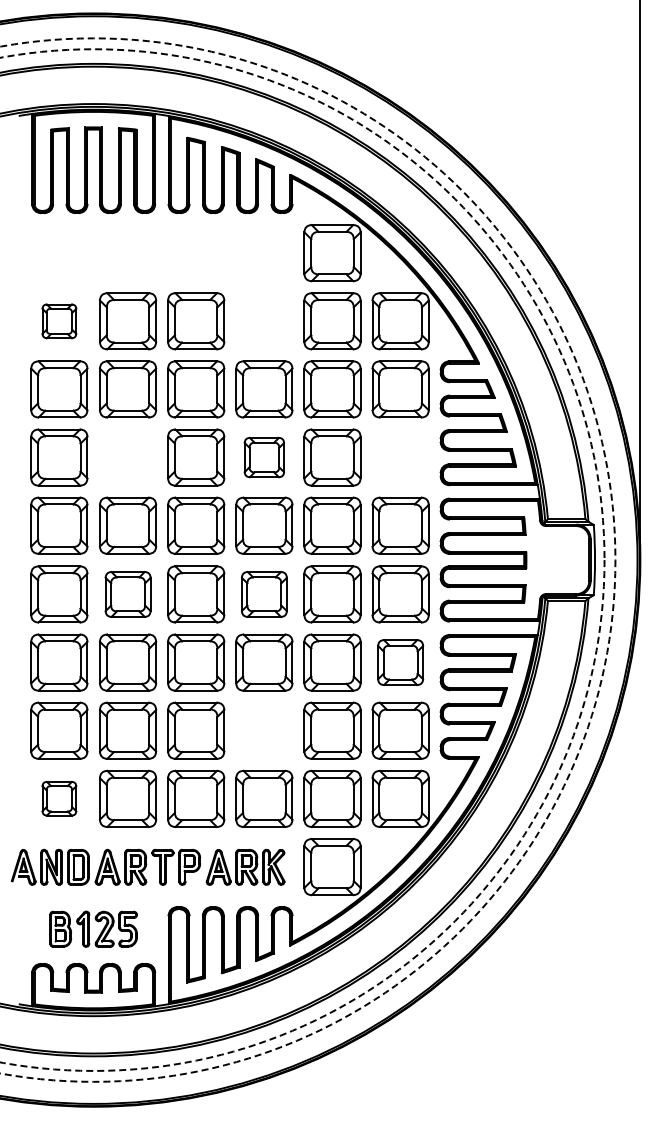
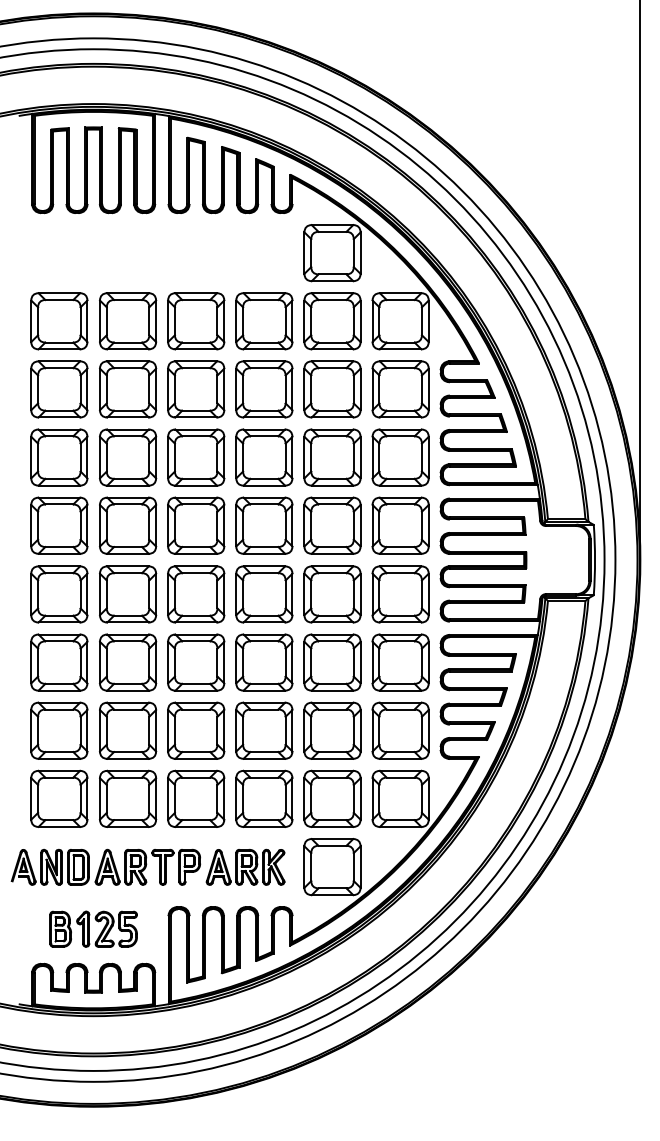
part at (59, 321) size: 37x37 px -> 59x59 px
part at (264, 321): none -> present
part at (128, 457): none -> present
part at (263, 457) size: 42x43 px -> 59x59 px
part at (400, 457): none -> present
circle at (302, 559): dashed -> solid
circle at (307, 559): dashed -> solid
part at (127, 594) size: 48x47 px -> 59x59 px
part at (264, 594) size: 47x47 px -> 59x59 px
part at (400, 662) size: 48x48 px -> 59x59 px
part at (264, 730): none -> present
part at (59, 798) size: 37x37 px -> 59x59 px
